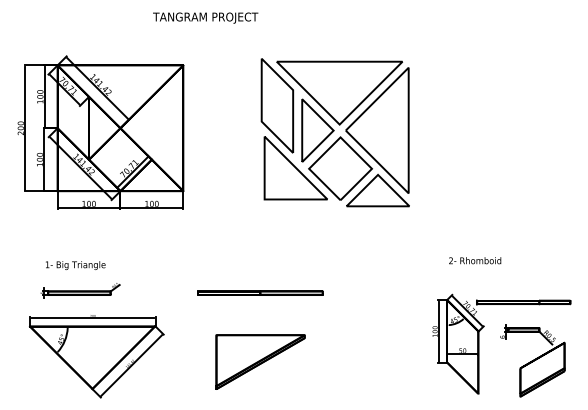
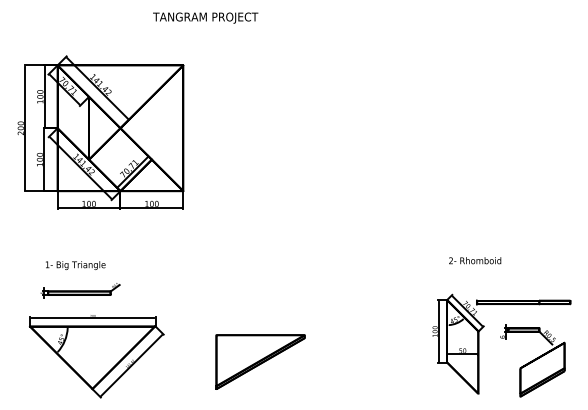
part at (334, 132): present -> none
part at (260, 292): present -> none
